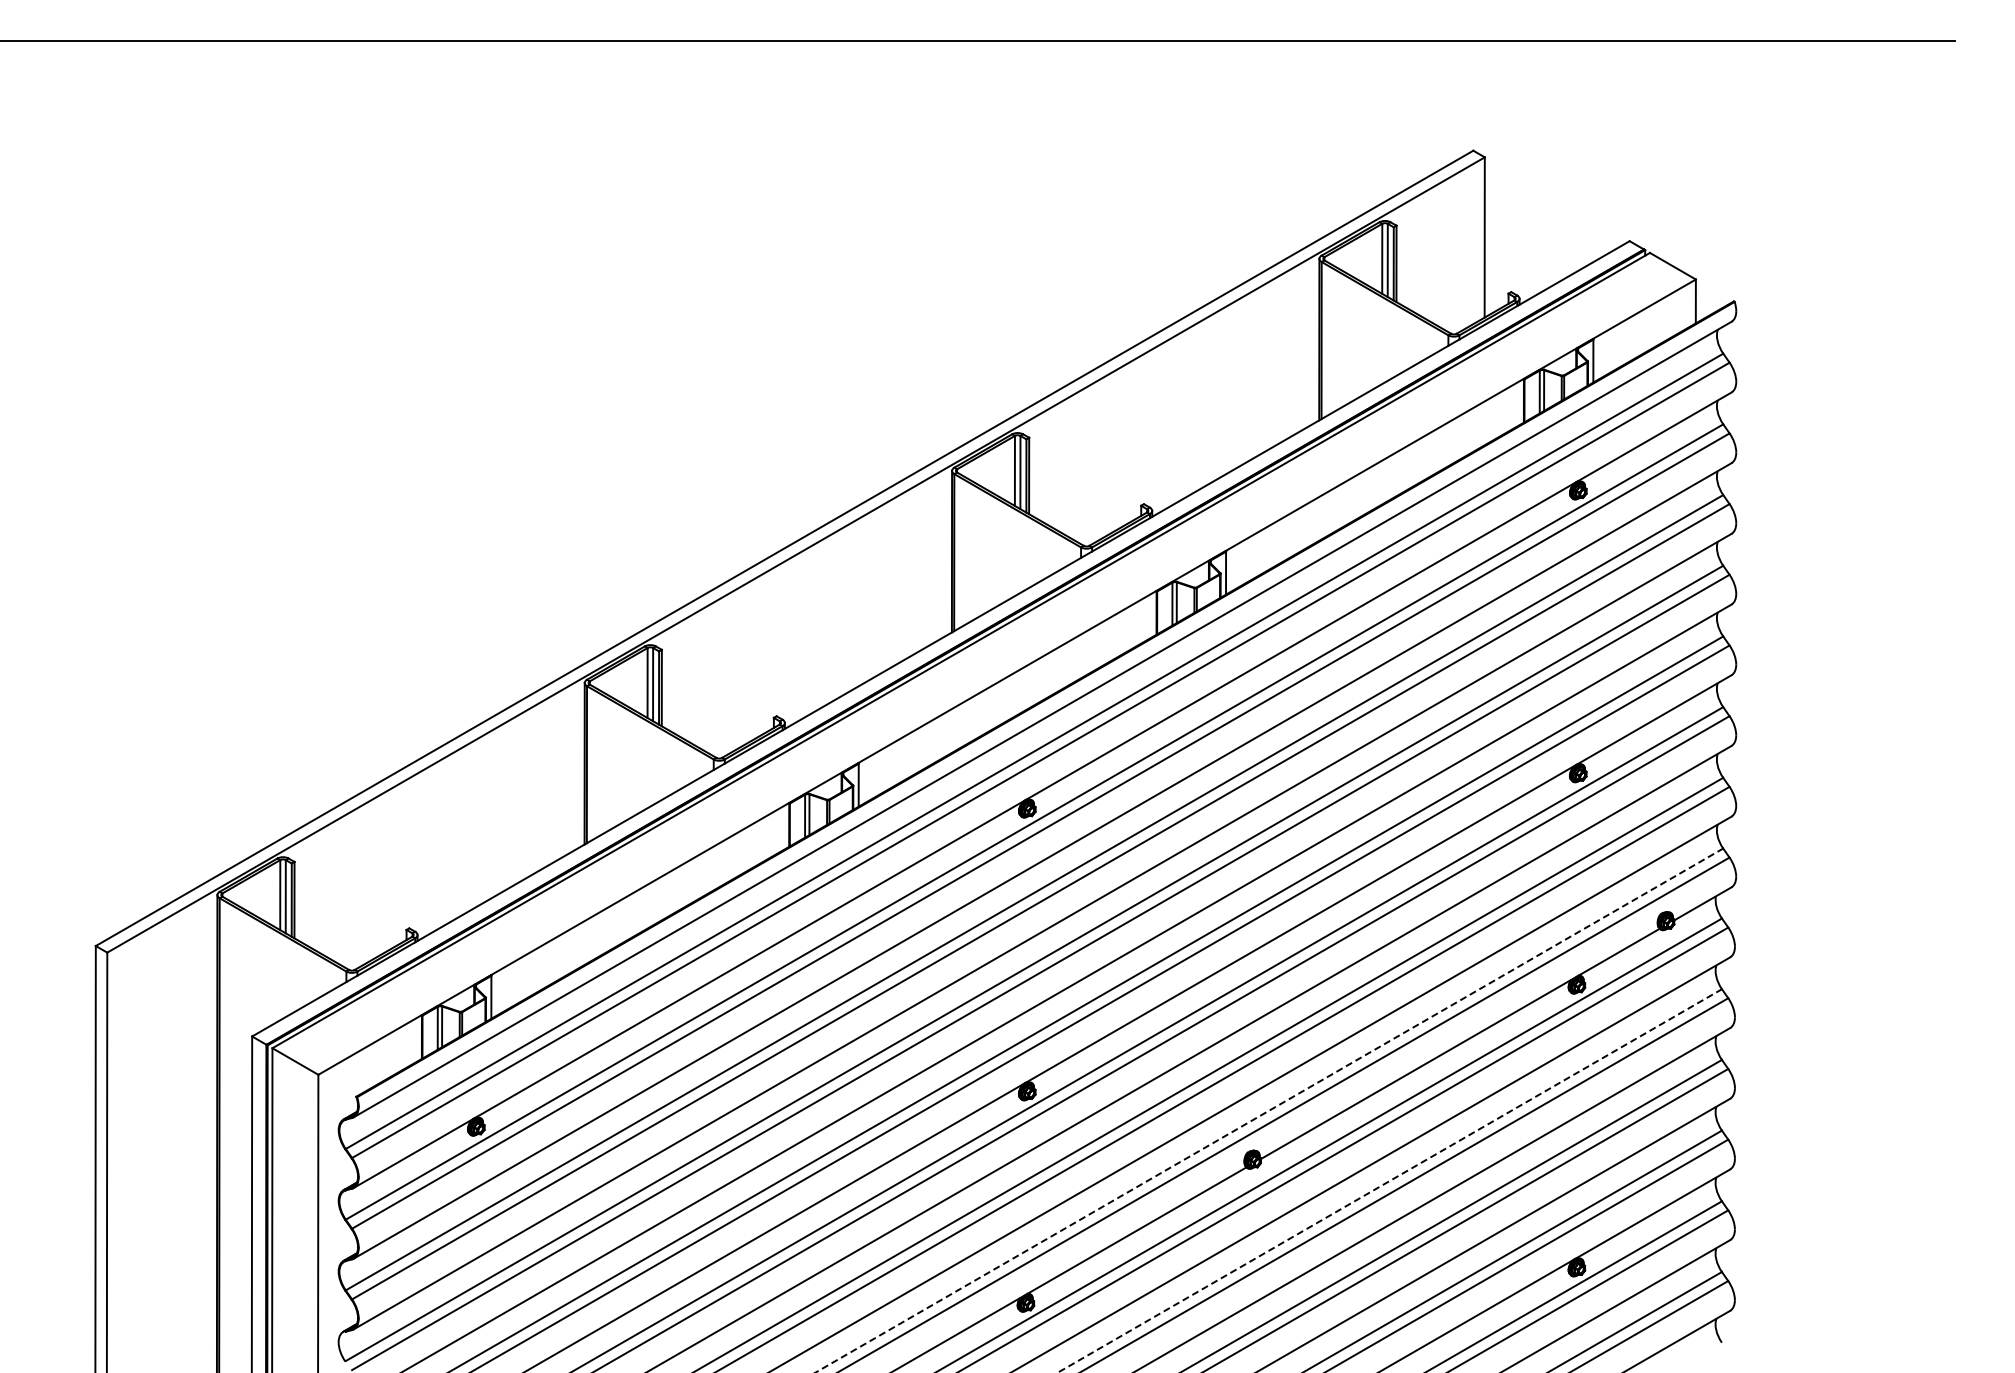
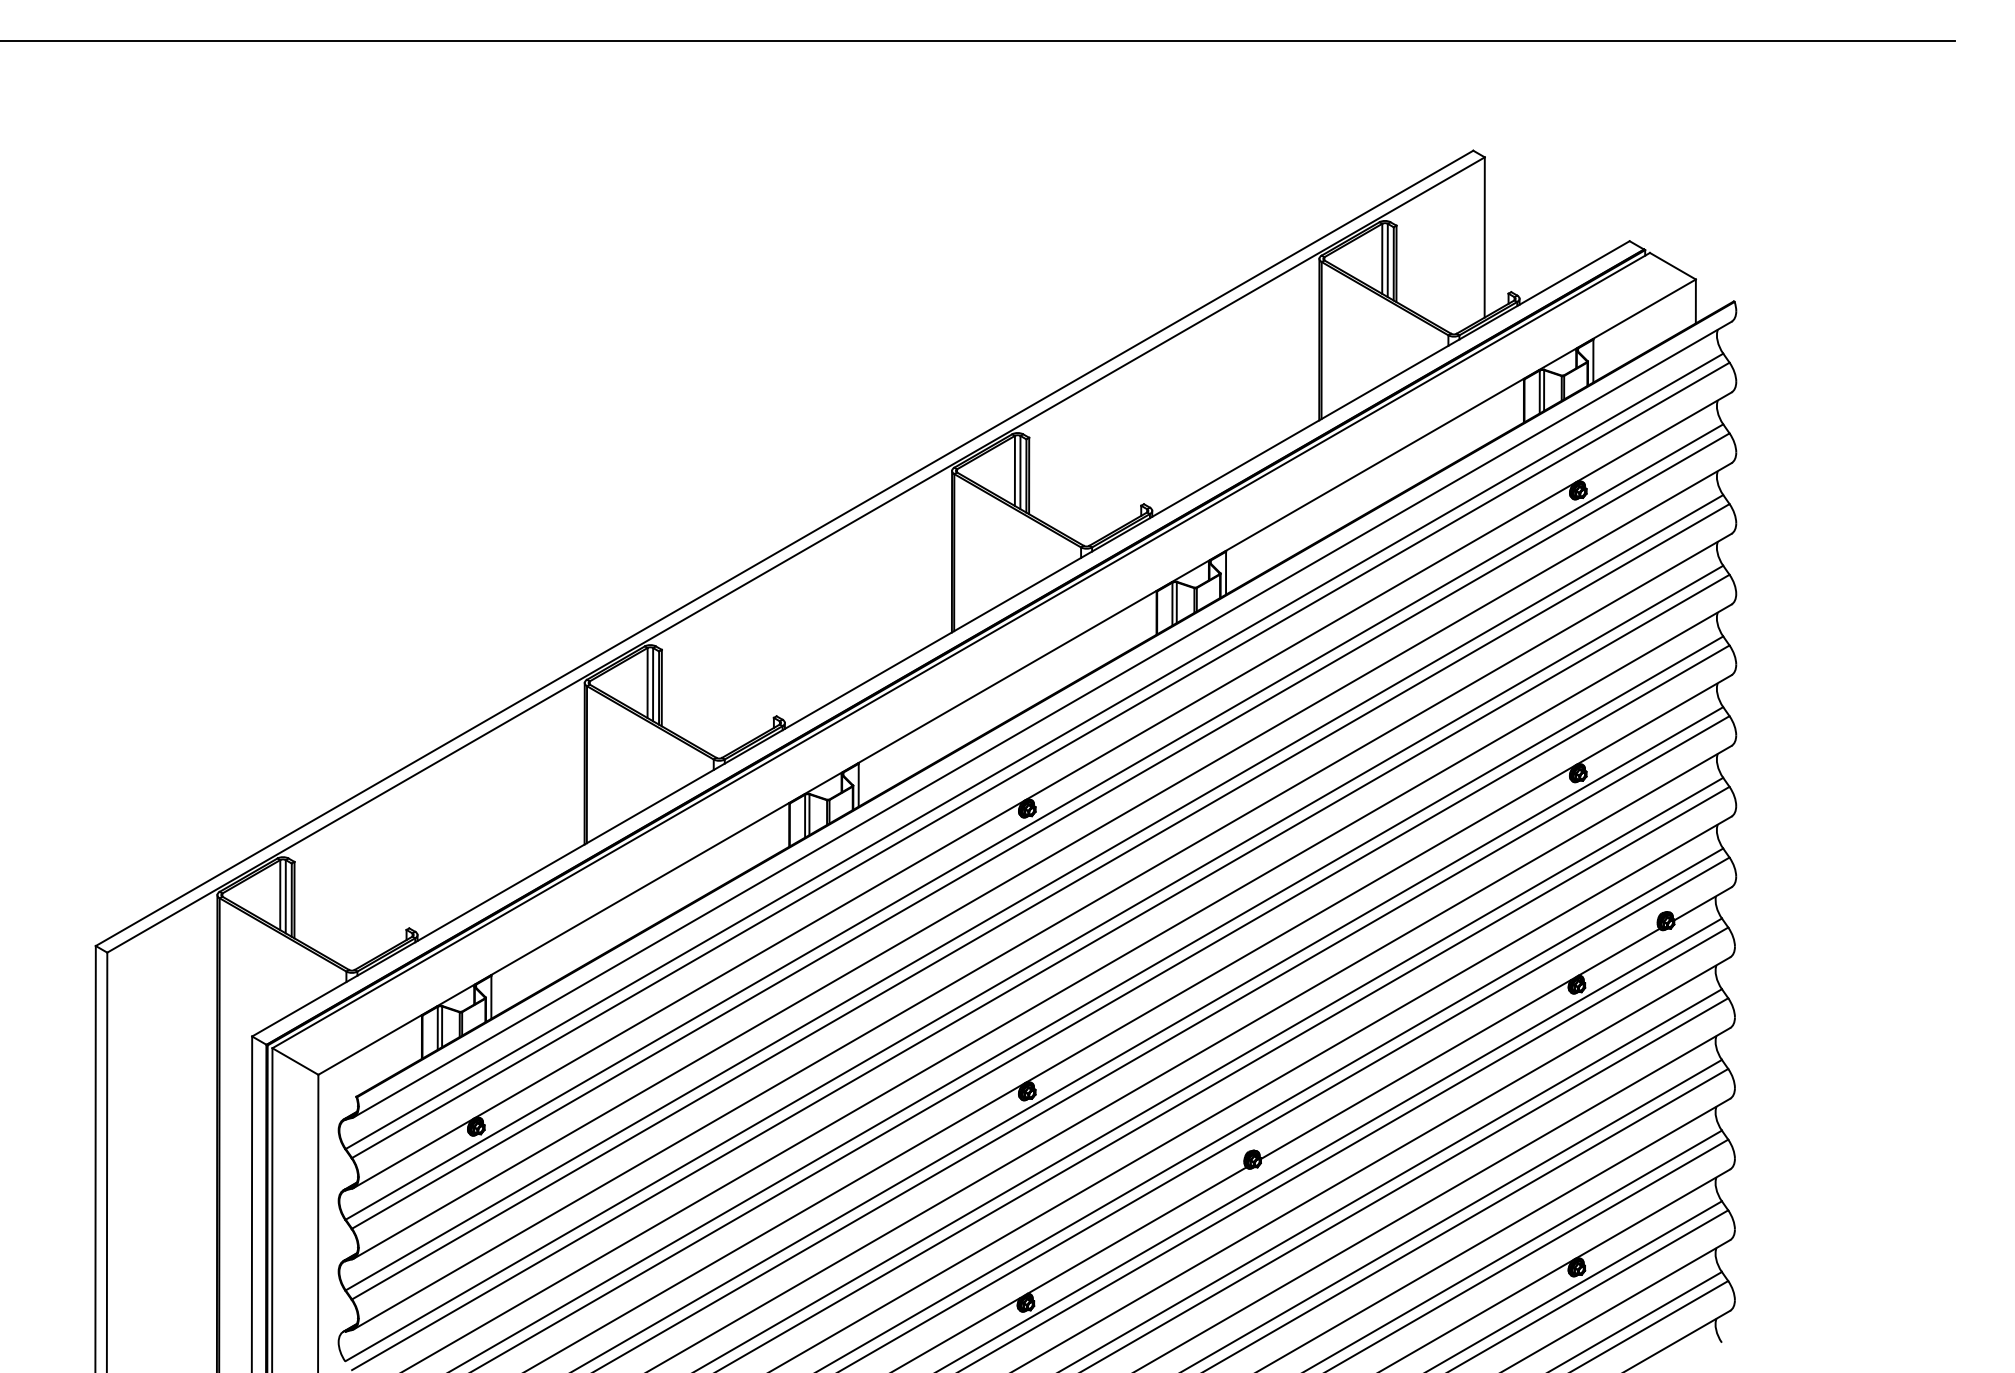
line at (1269, 1110): dashed -> solid
line at (1390, 1180): dashed -> solid
